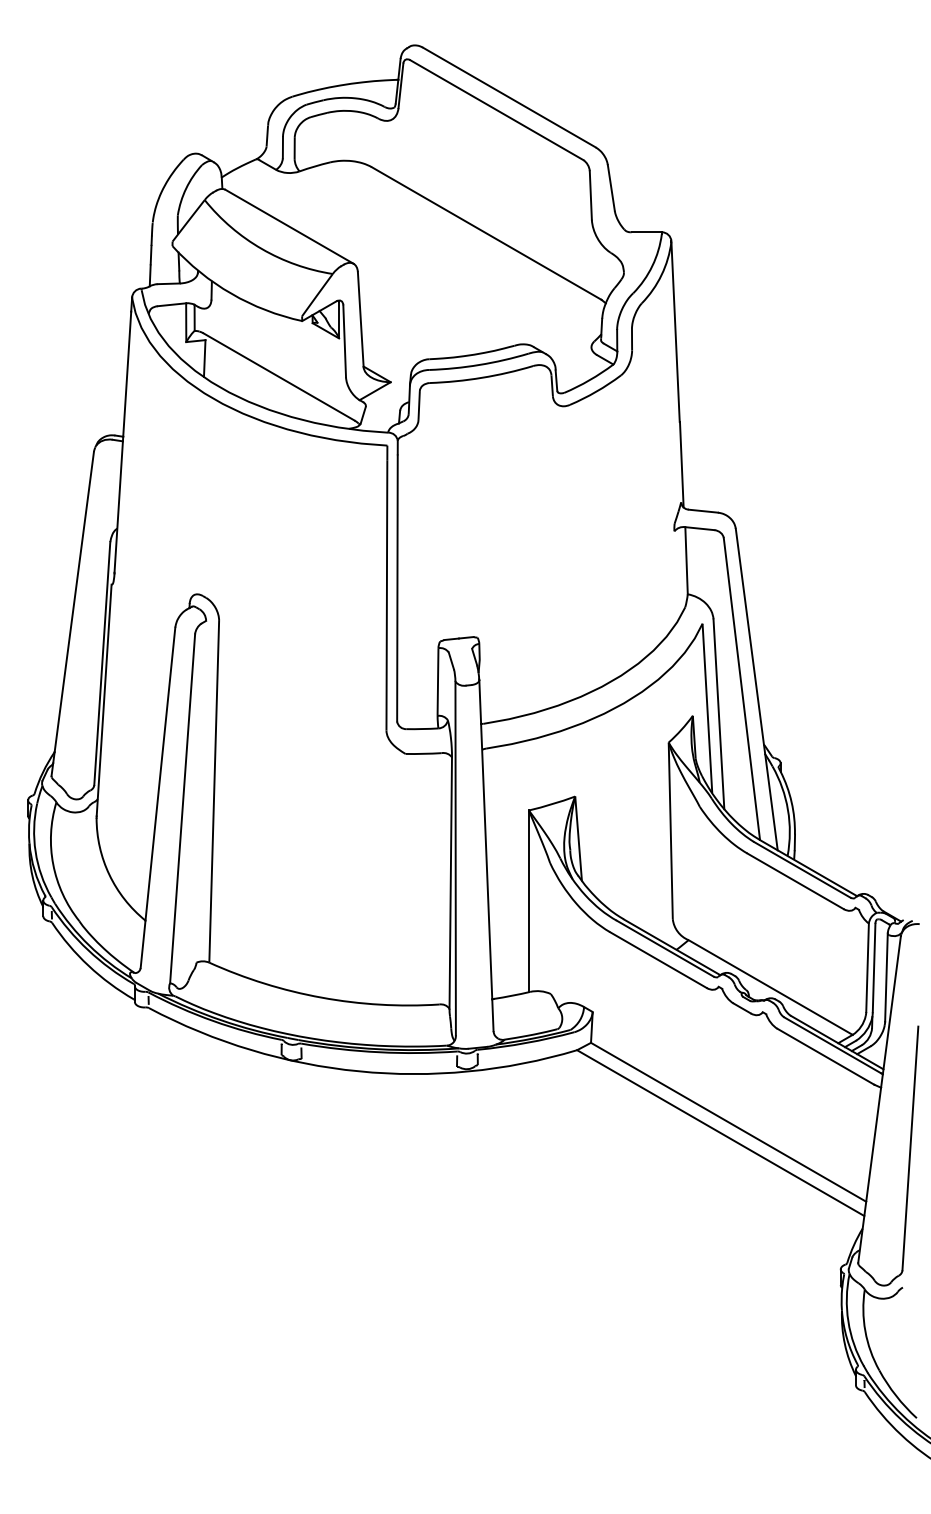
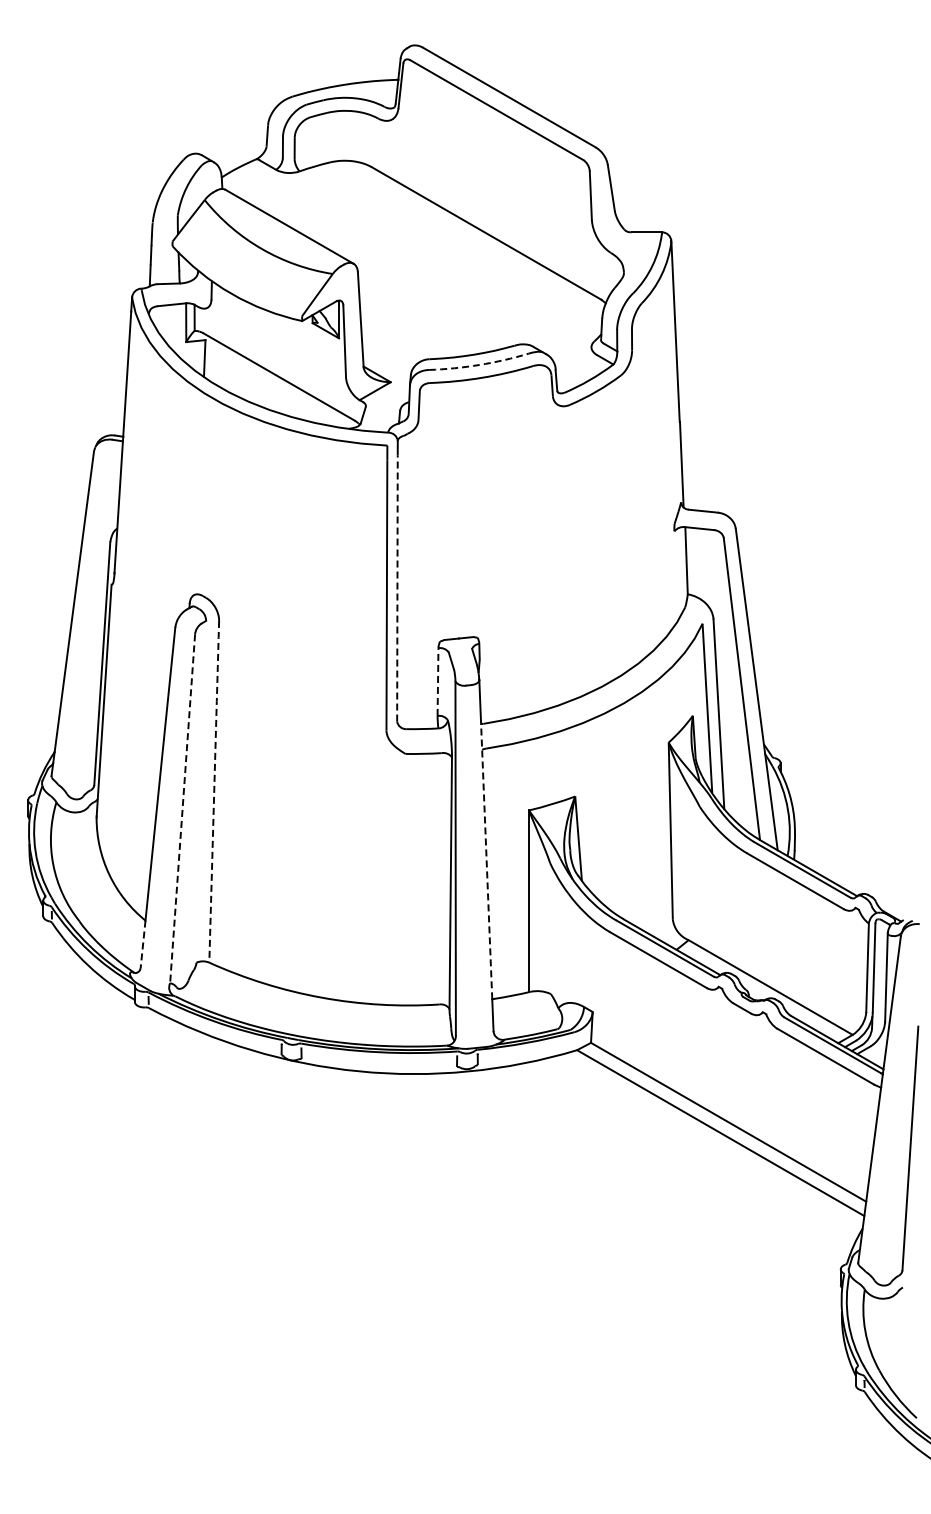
arc at (479, 364): solid -> dashed
line at (397, 587): solid -> dashed
line at (438, 682): solid -> dashed
line at (214, 790): solid -> dashed
line at (182, 808): solid -> dashed
line at (486, 861): solid -> dashed
line at (143, 944): solid -> dashed
